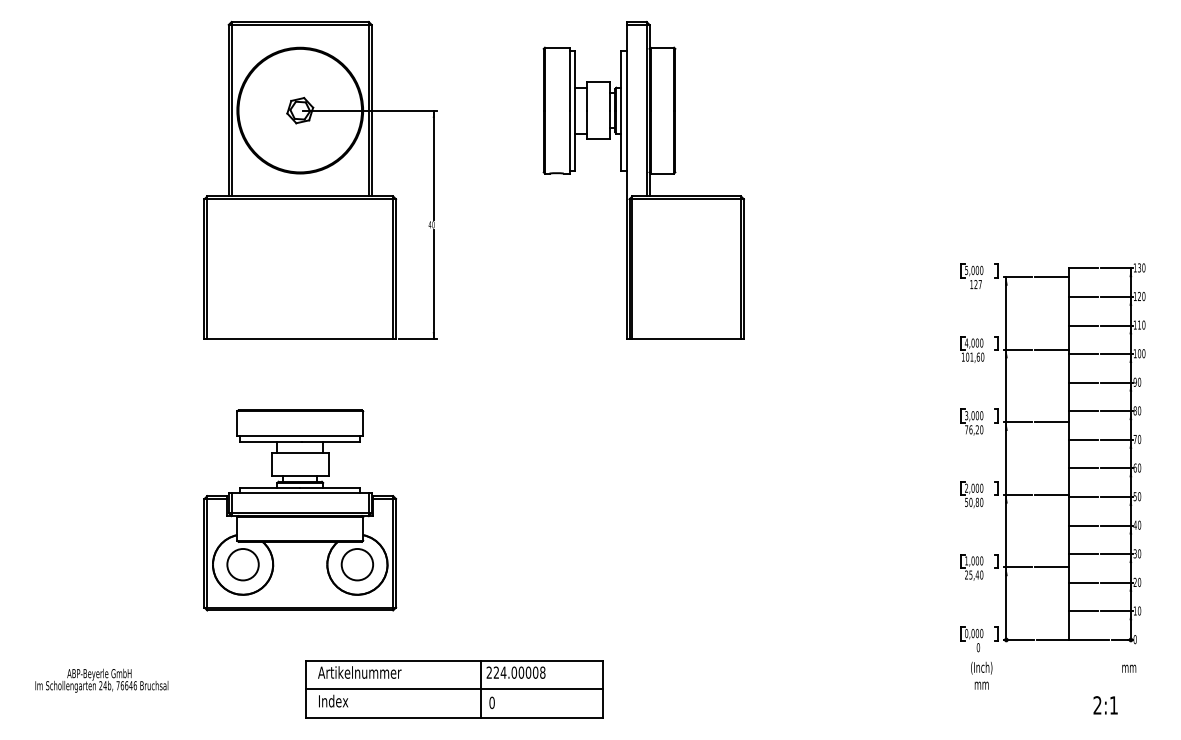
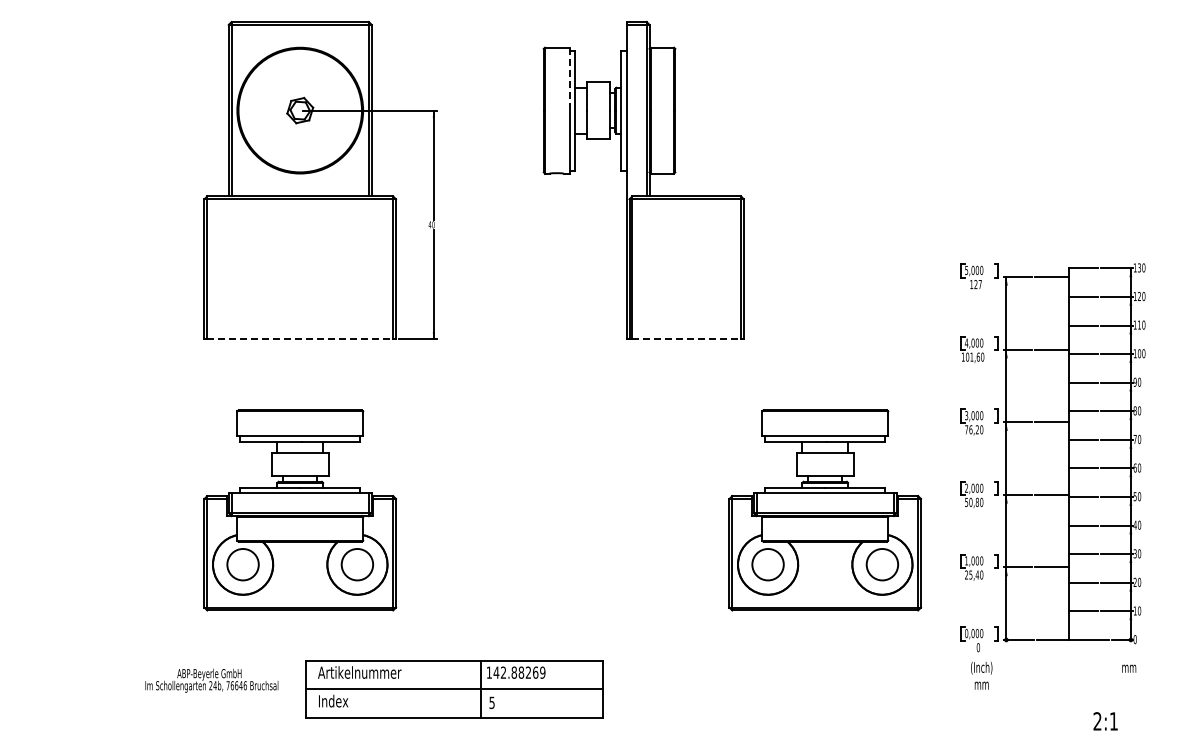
line at (569, 79): solid -> dashed
line at (300, 339): solid -> dashed
line at (687, 339): solid -> dashed
part at (825, 510): none -> present
text at (515, 672): 224.00008 -> 142.88269
text at (101, 680) position: (101, 680) -> (211, 680)
text at (491, 702): 0 -> 5
text at (1105, 705) position: (1105, 705) -> (1105, 721)
